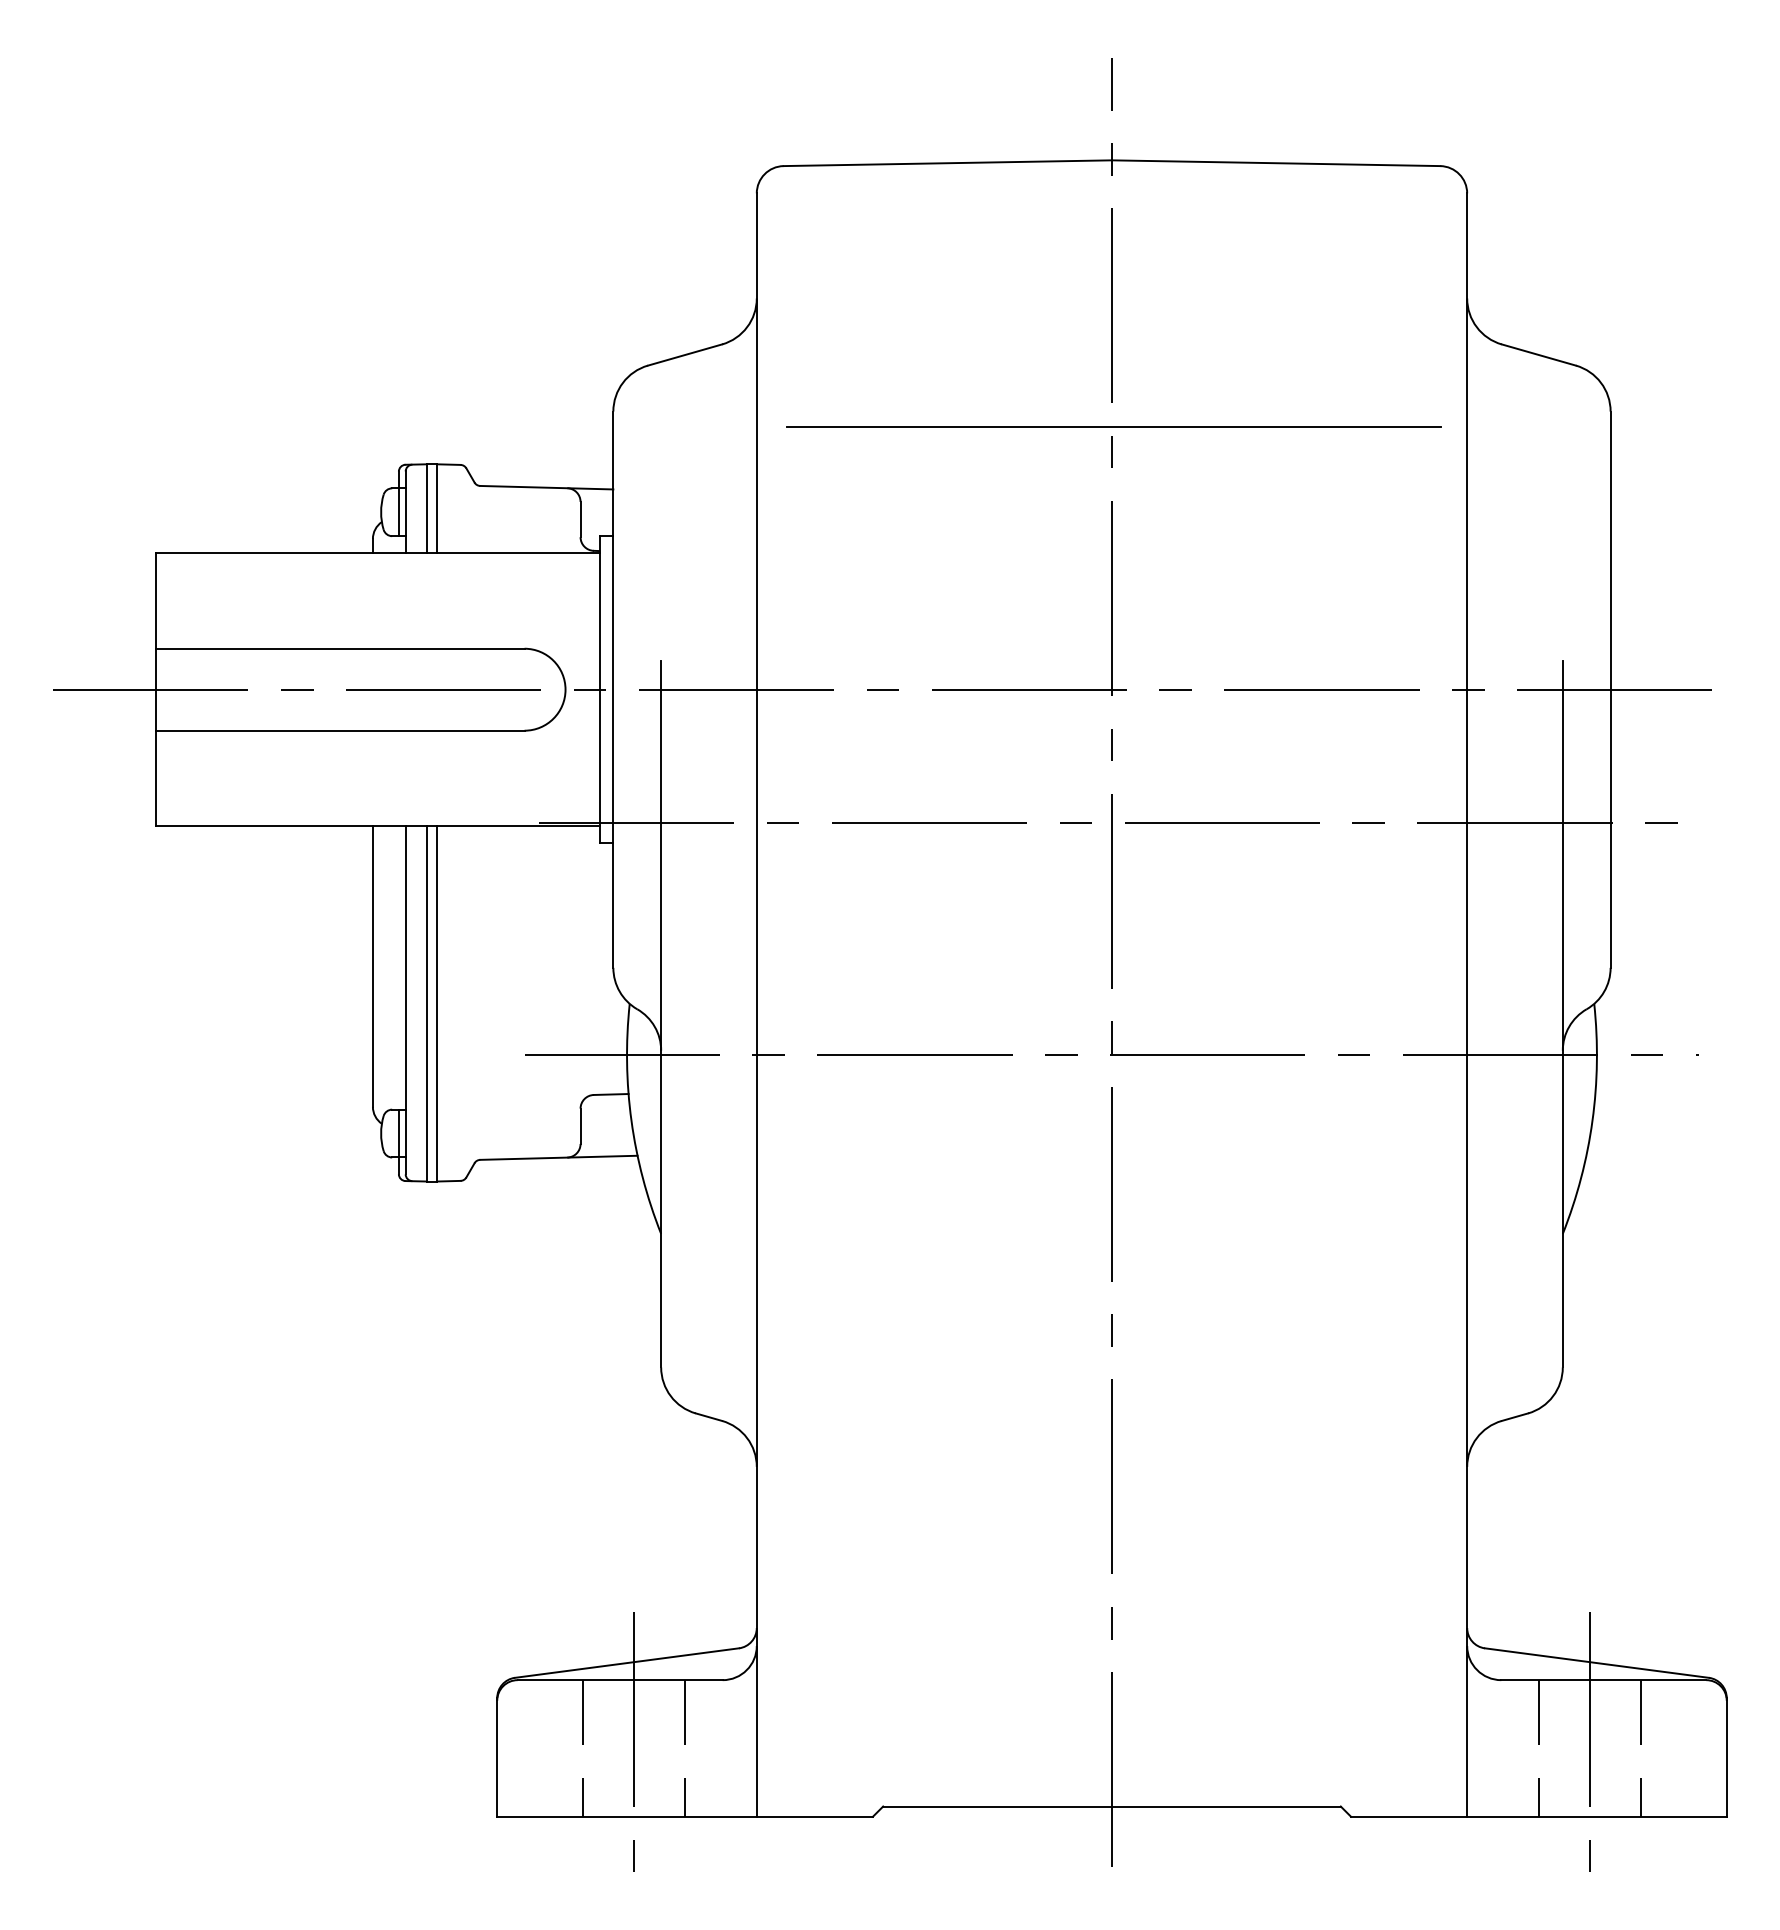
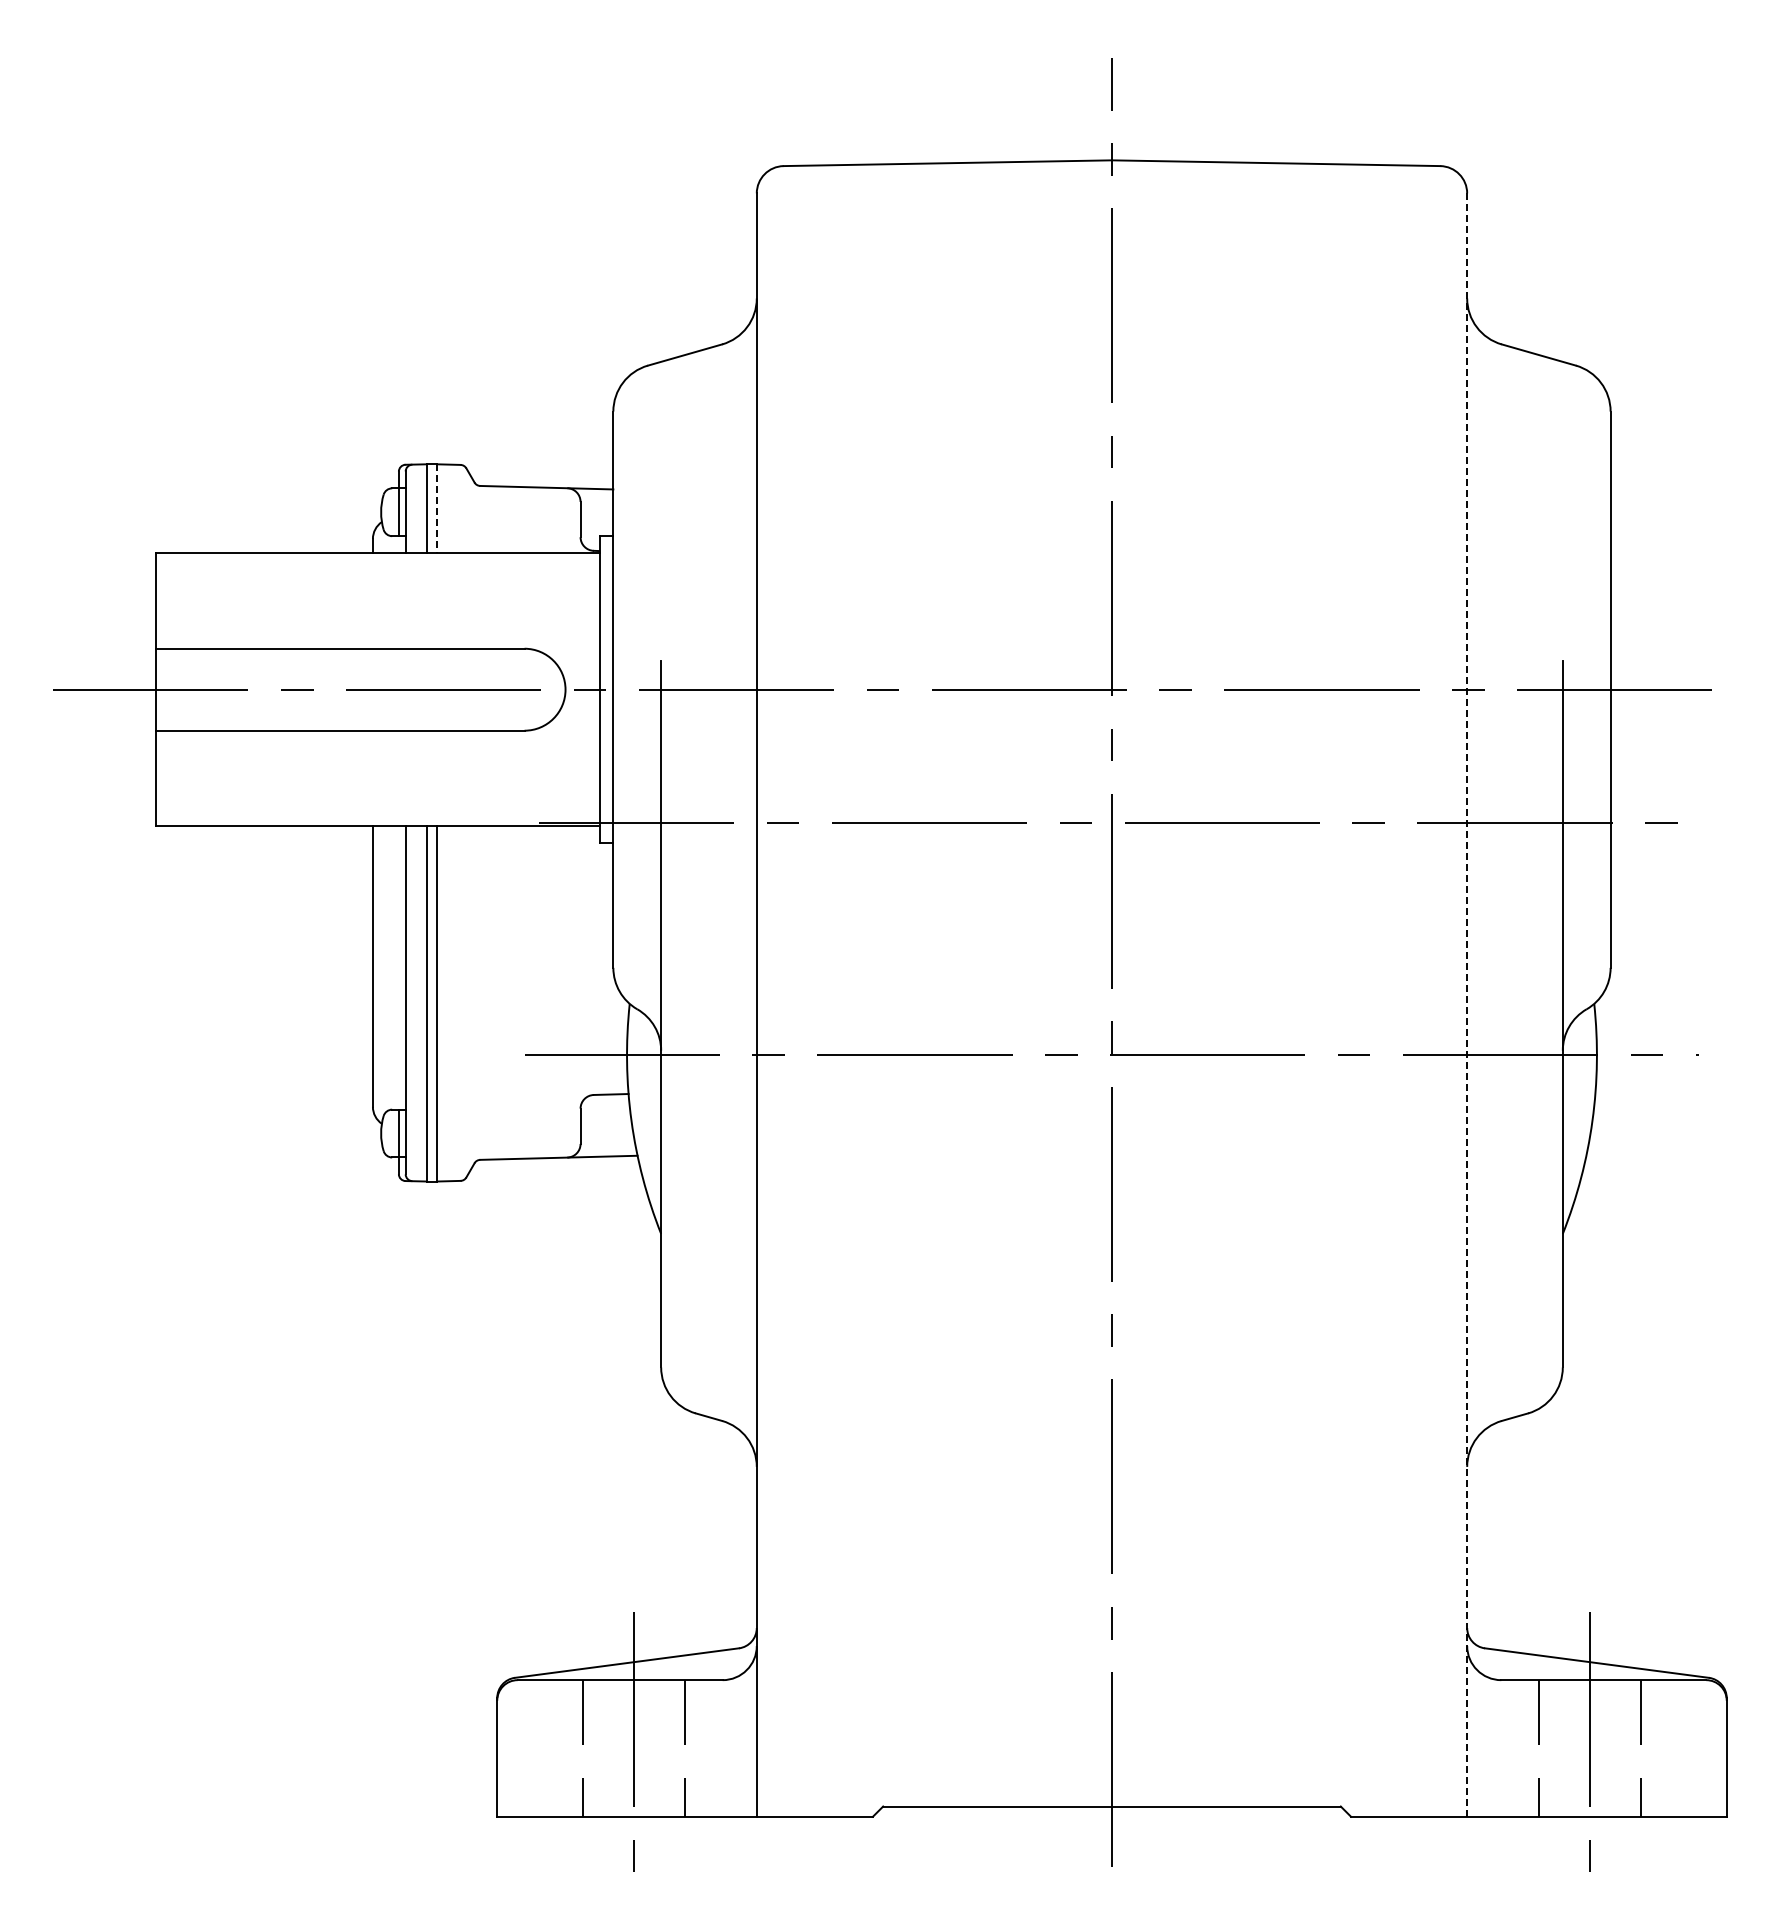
line at (1113, 426): present -> none
line at (437, 509): solid -> dashed
line at (1467, 1005): solid -> dashed
